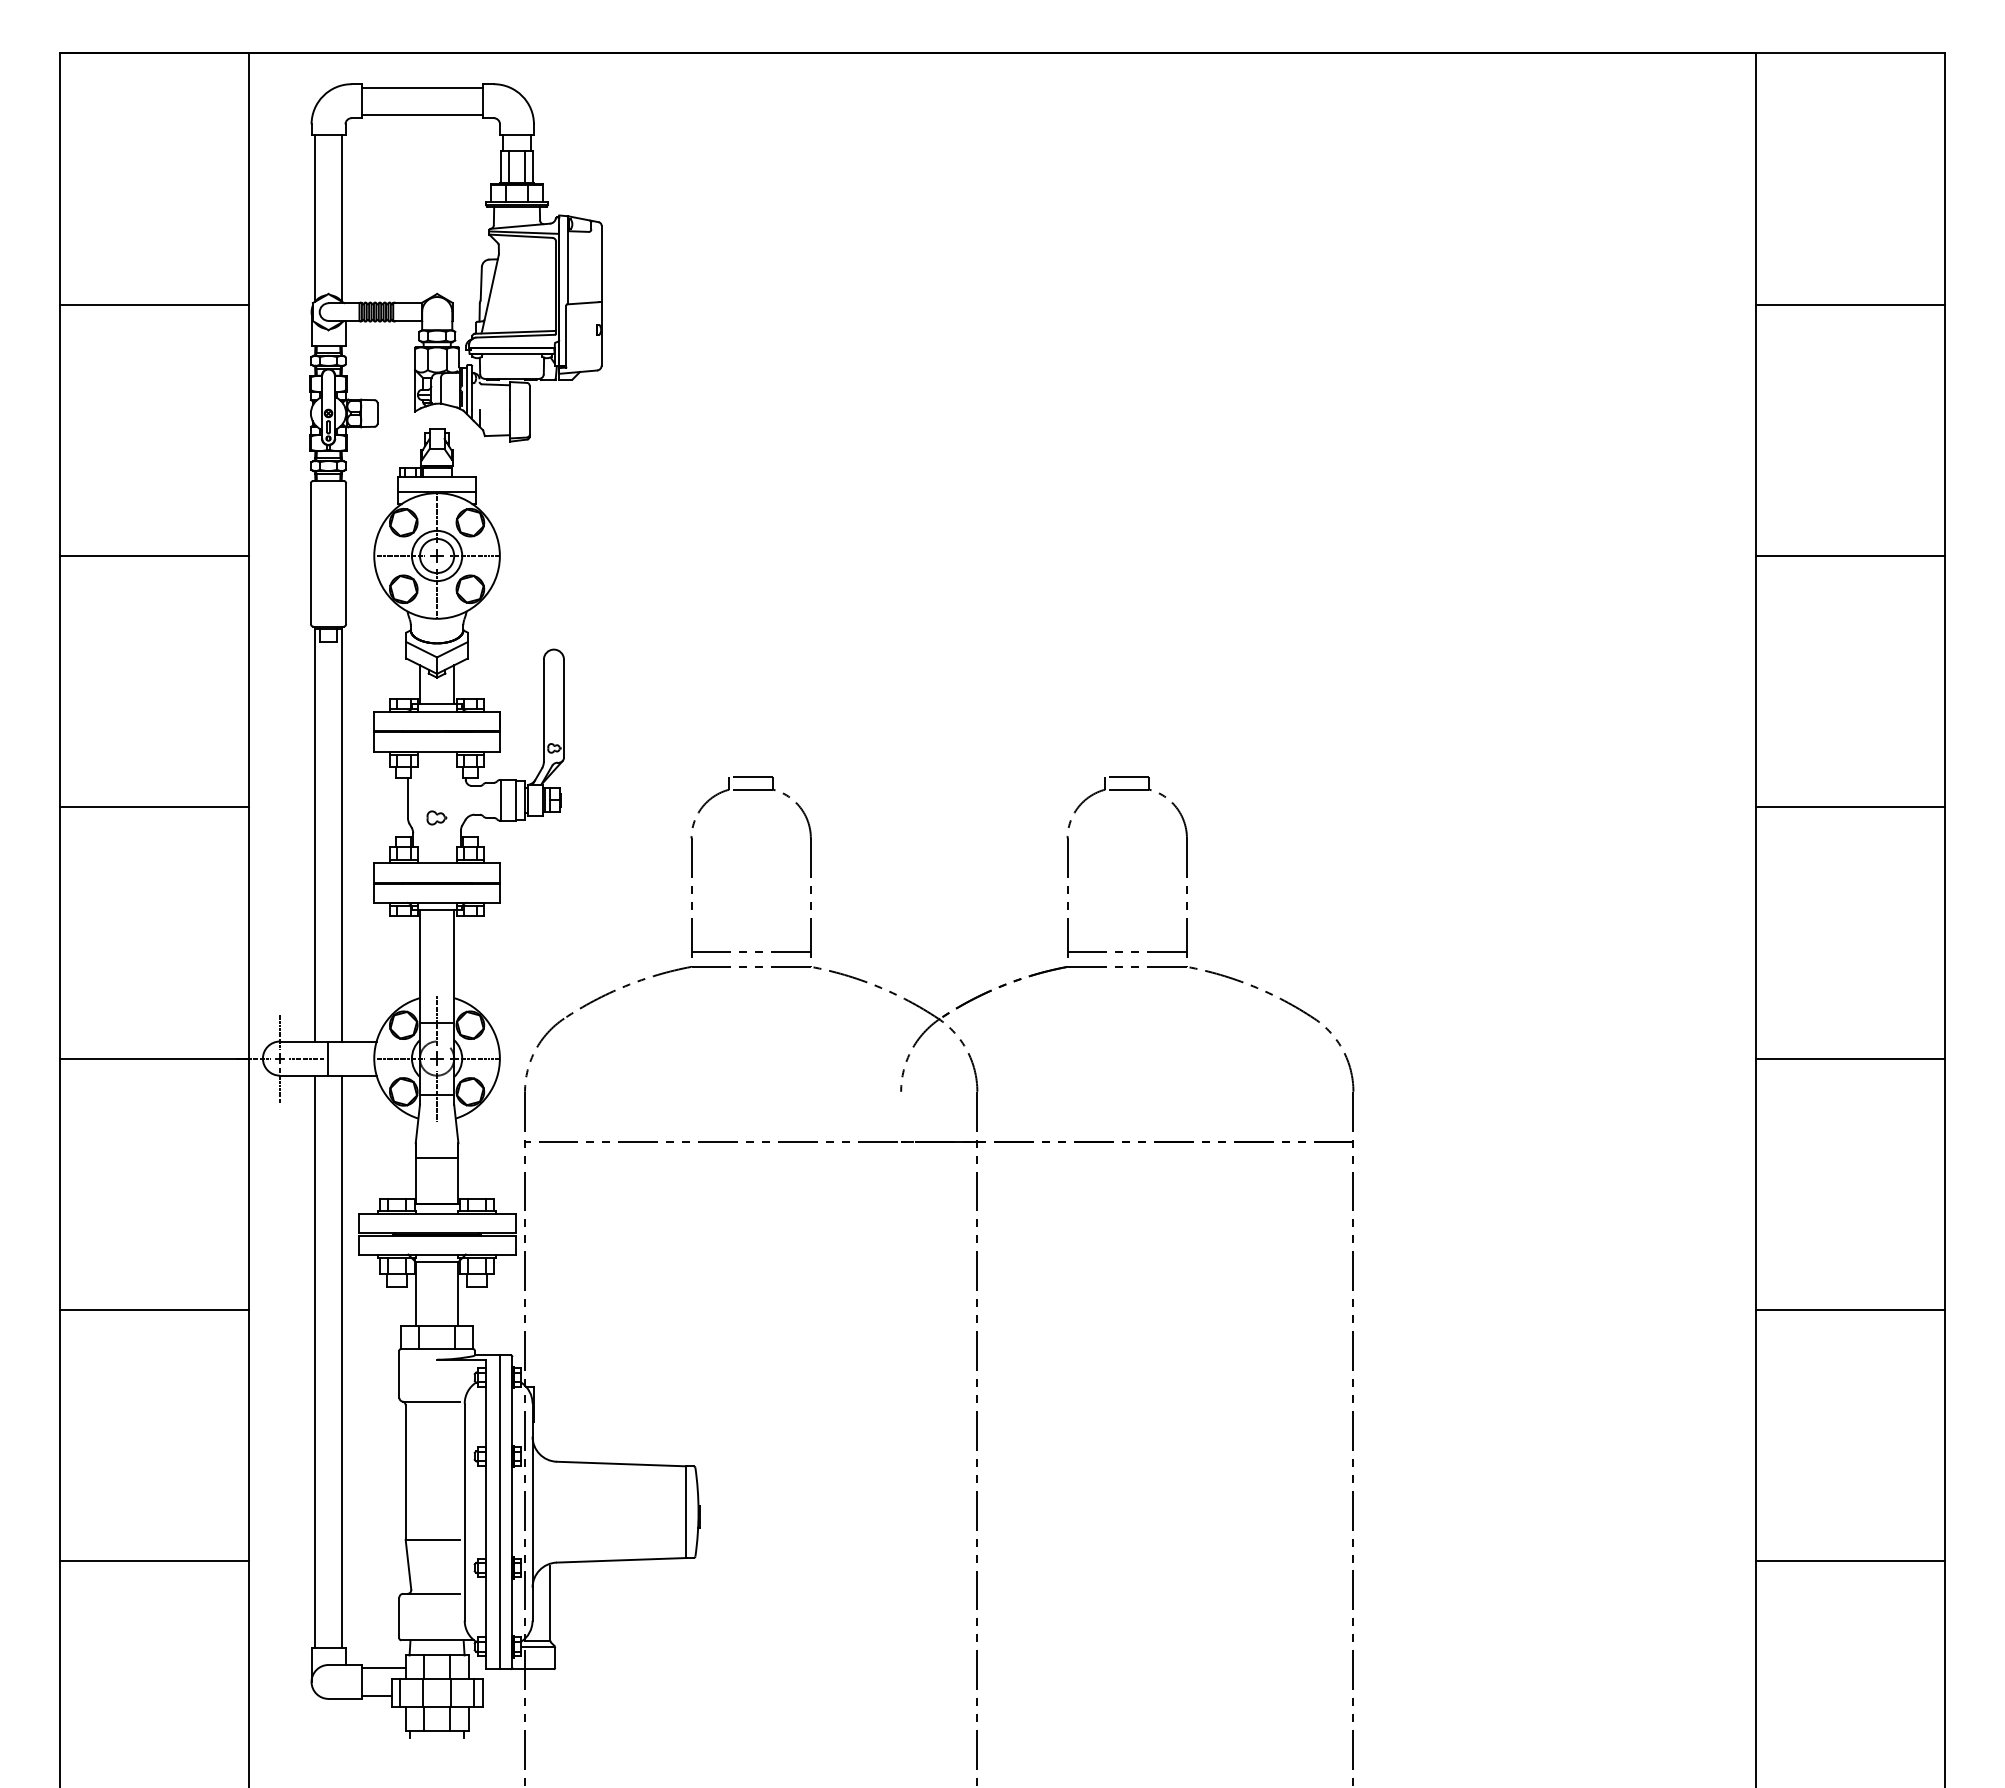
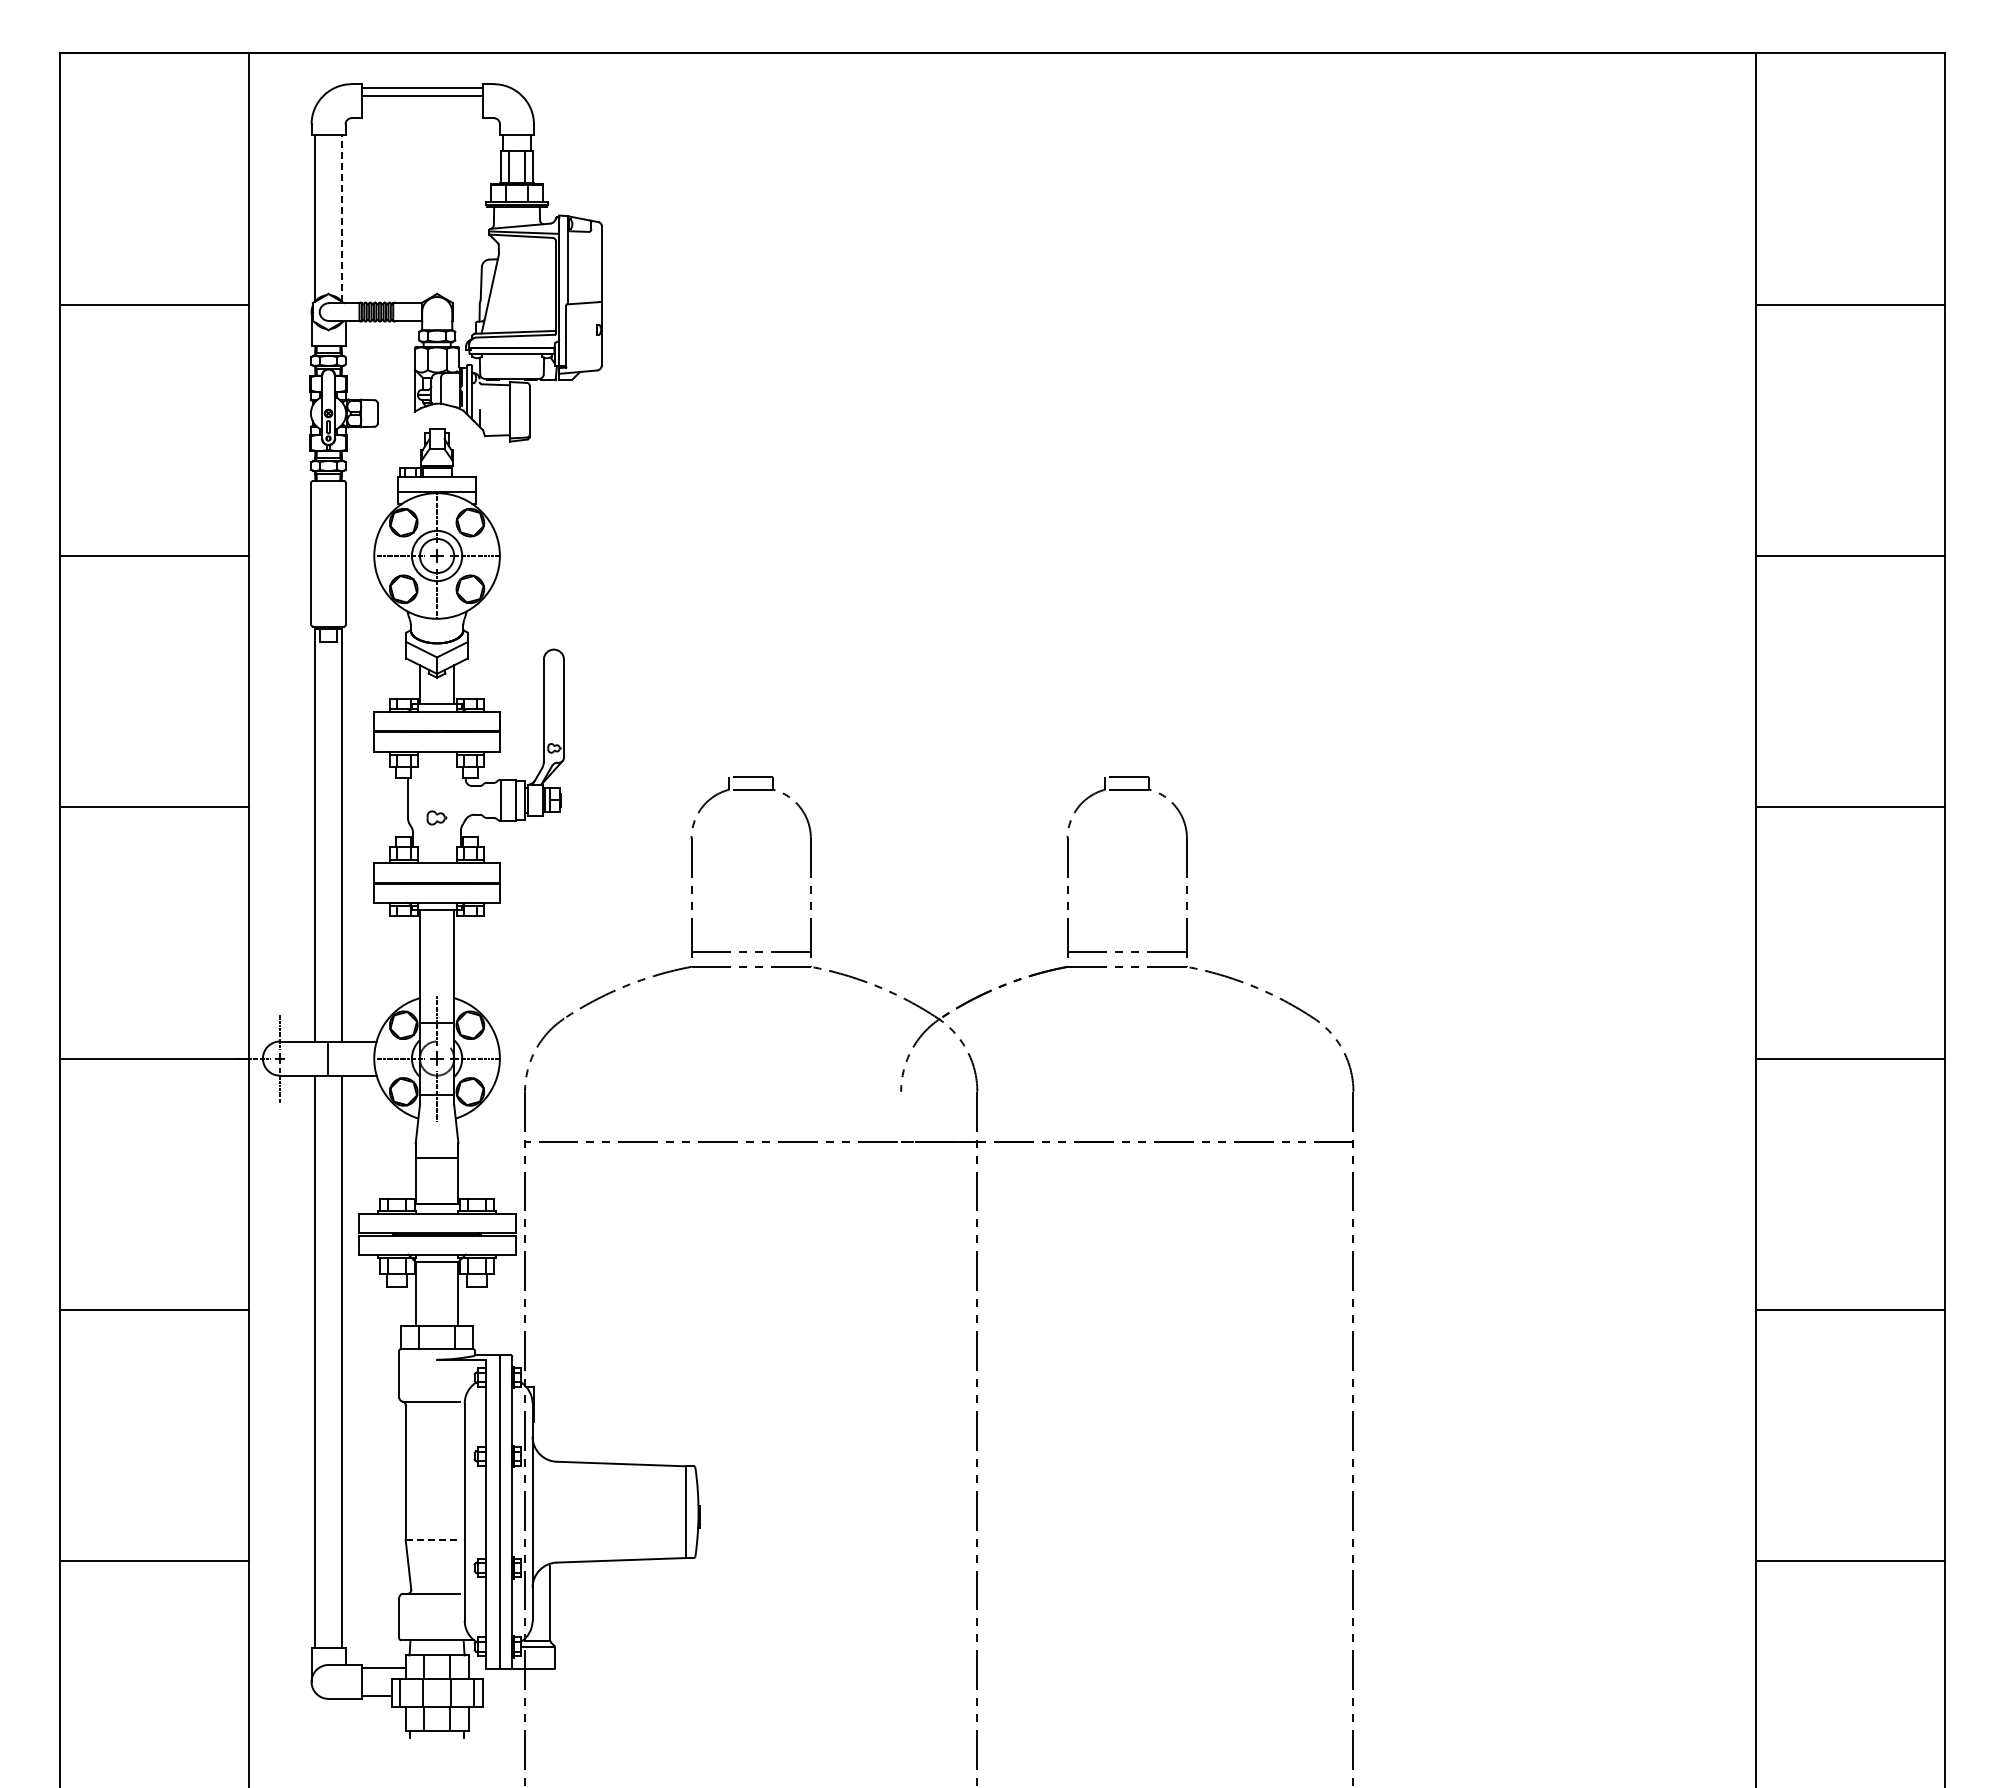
line at (422, 114) position: (422, 114) -> (422, 95)
line at (342, 217): solid -> dashed
line at (306, 1058): present -> none
line at (433, 1539): solid -> dashed
